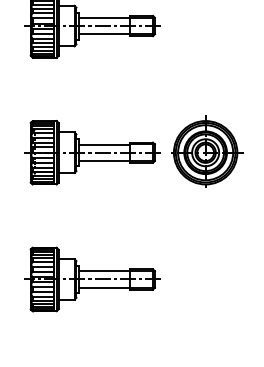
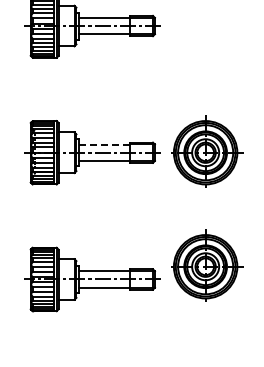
line at (103, 144): solid -> dashed
part at (207, 265): none -> present
